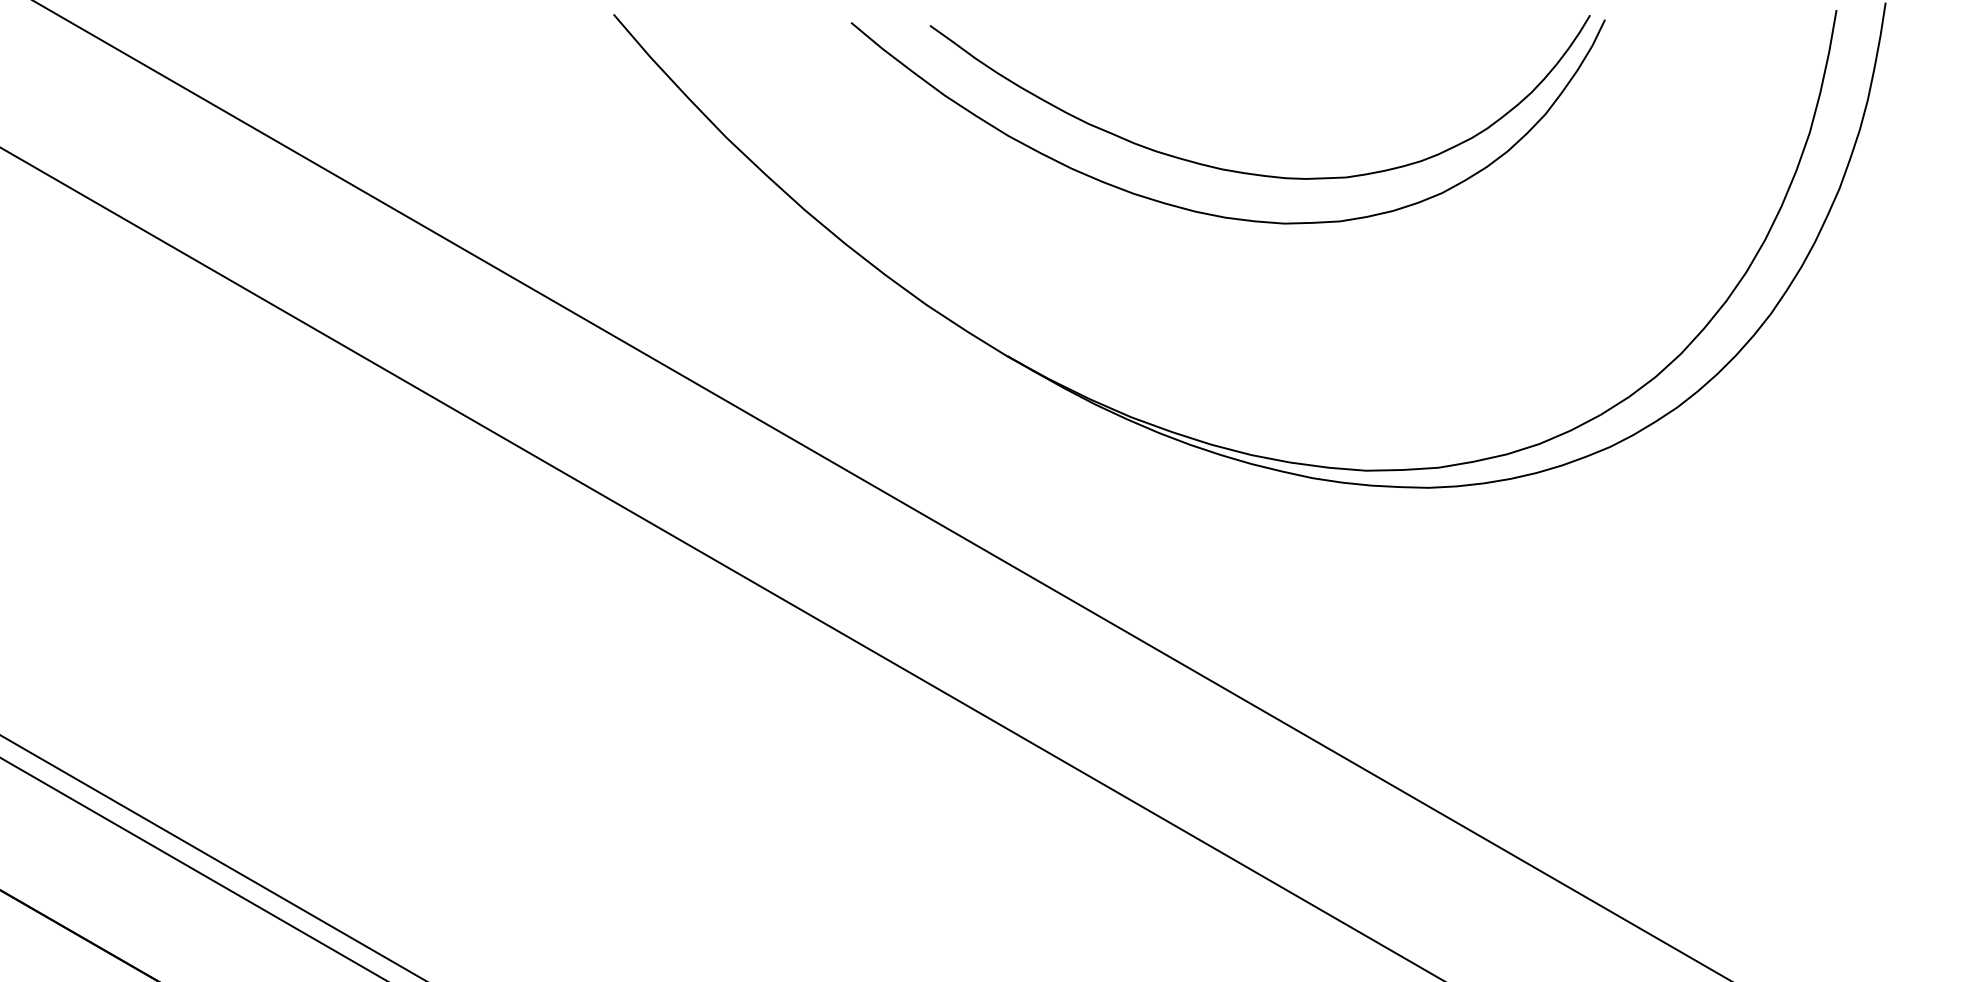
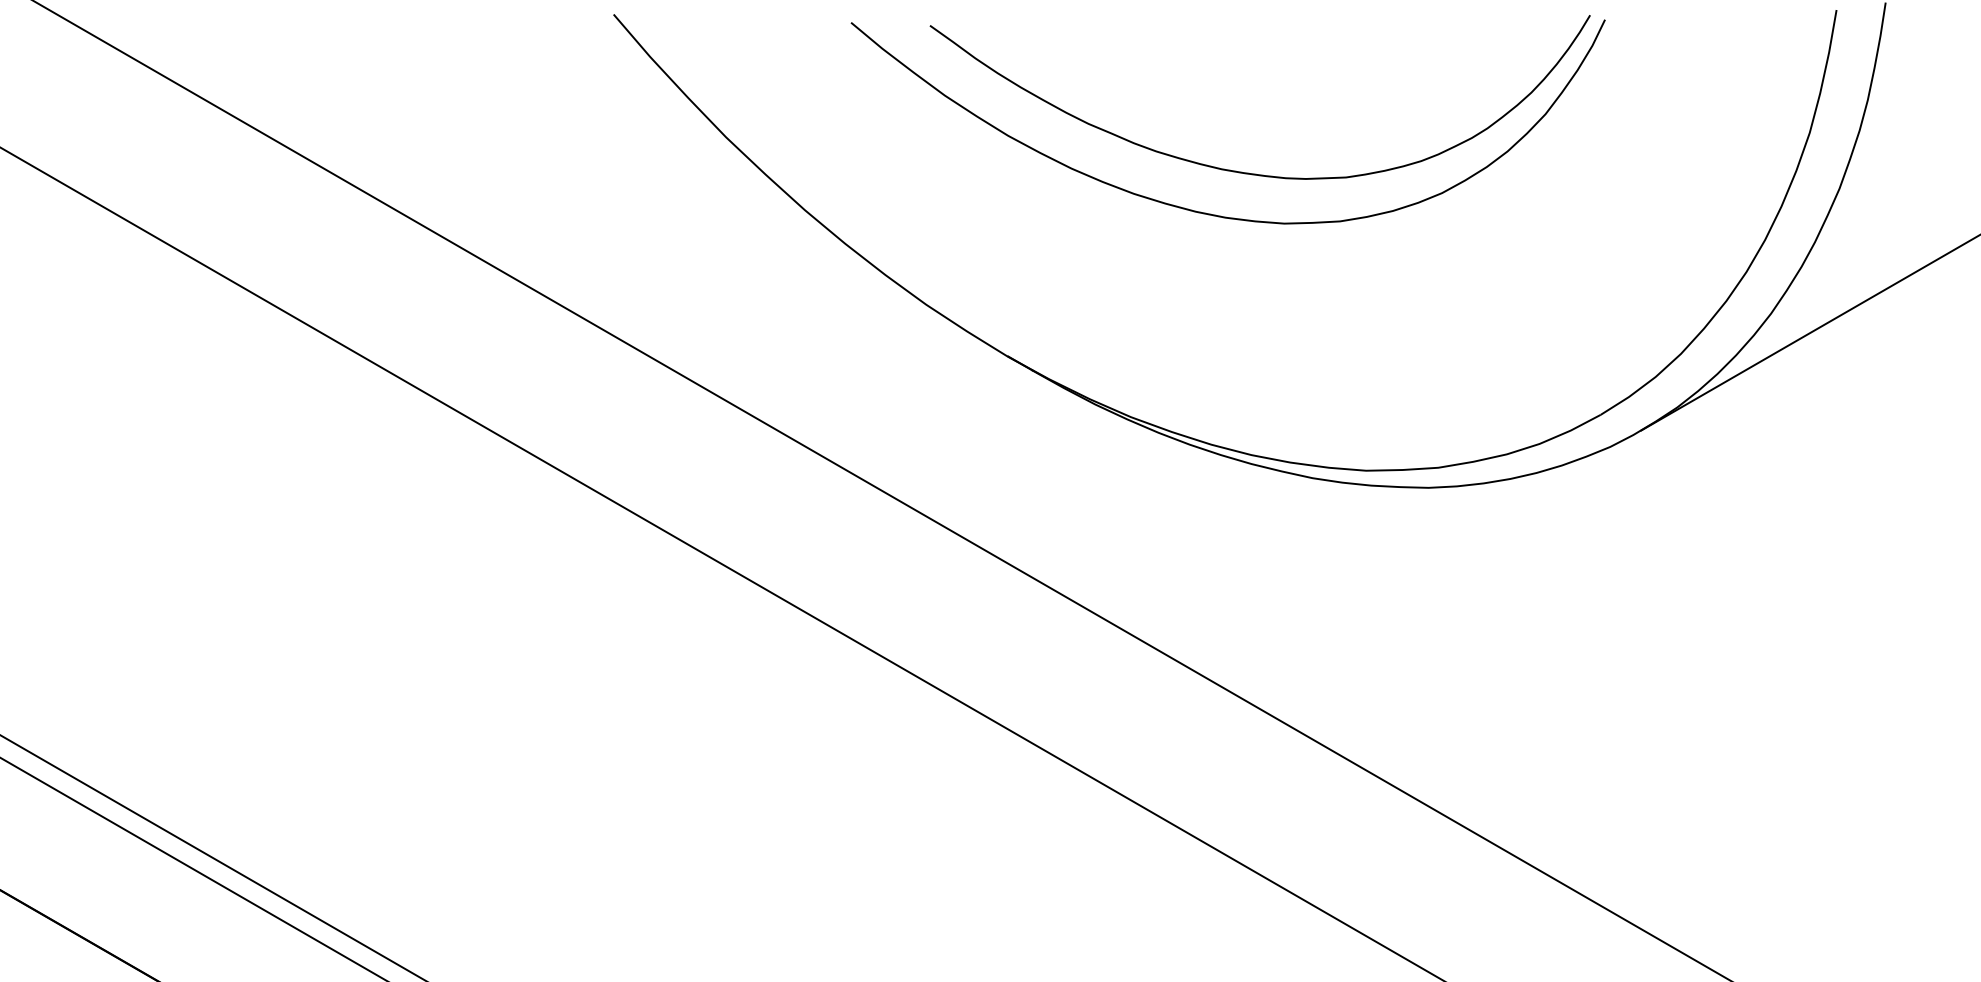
line at (1809, 333): none -> present
